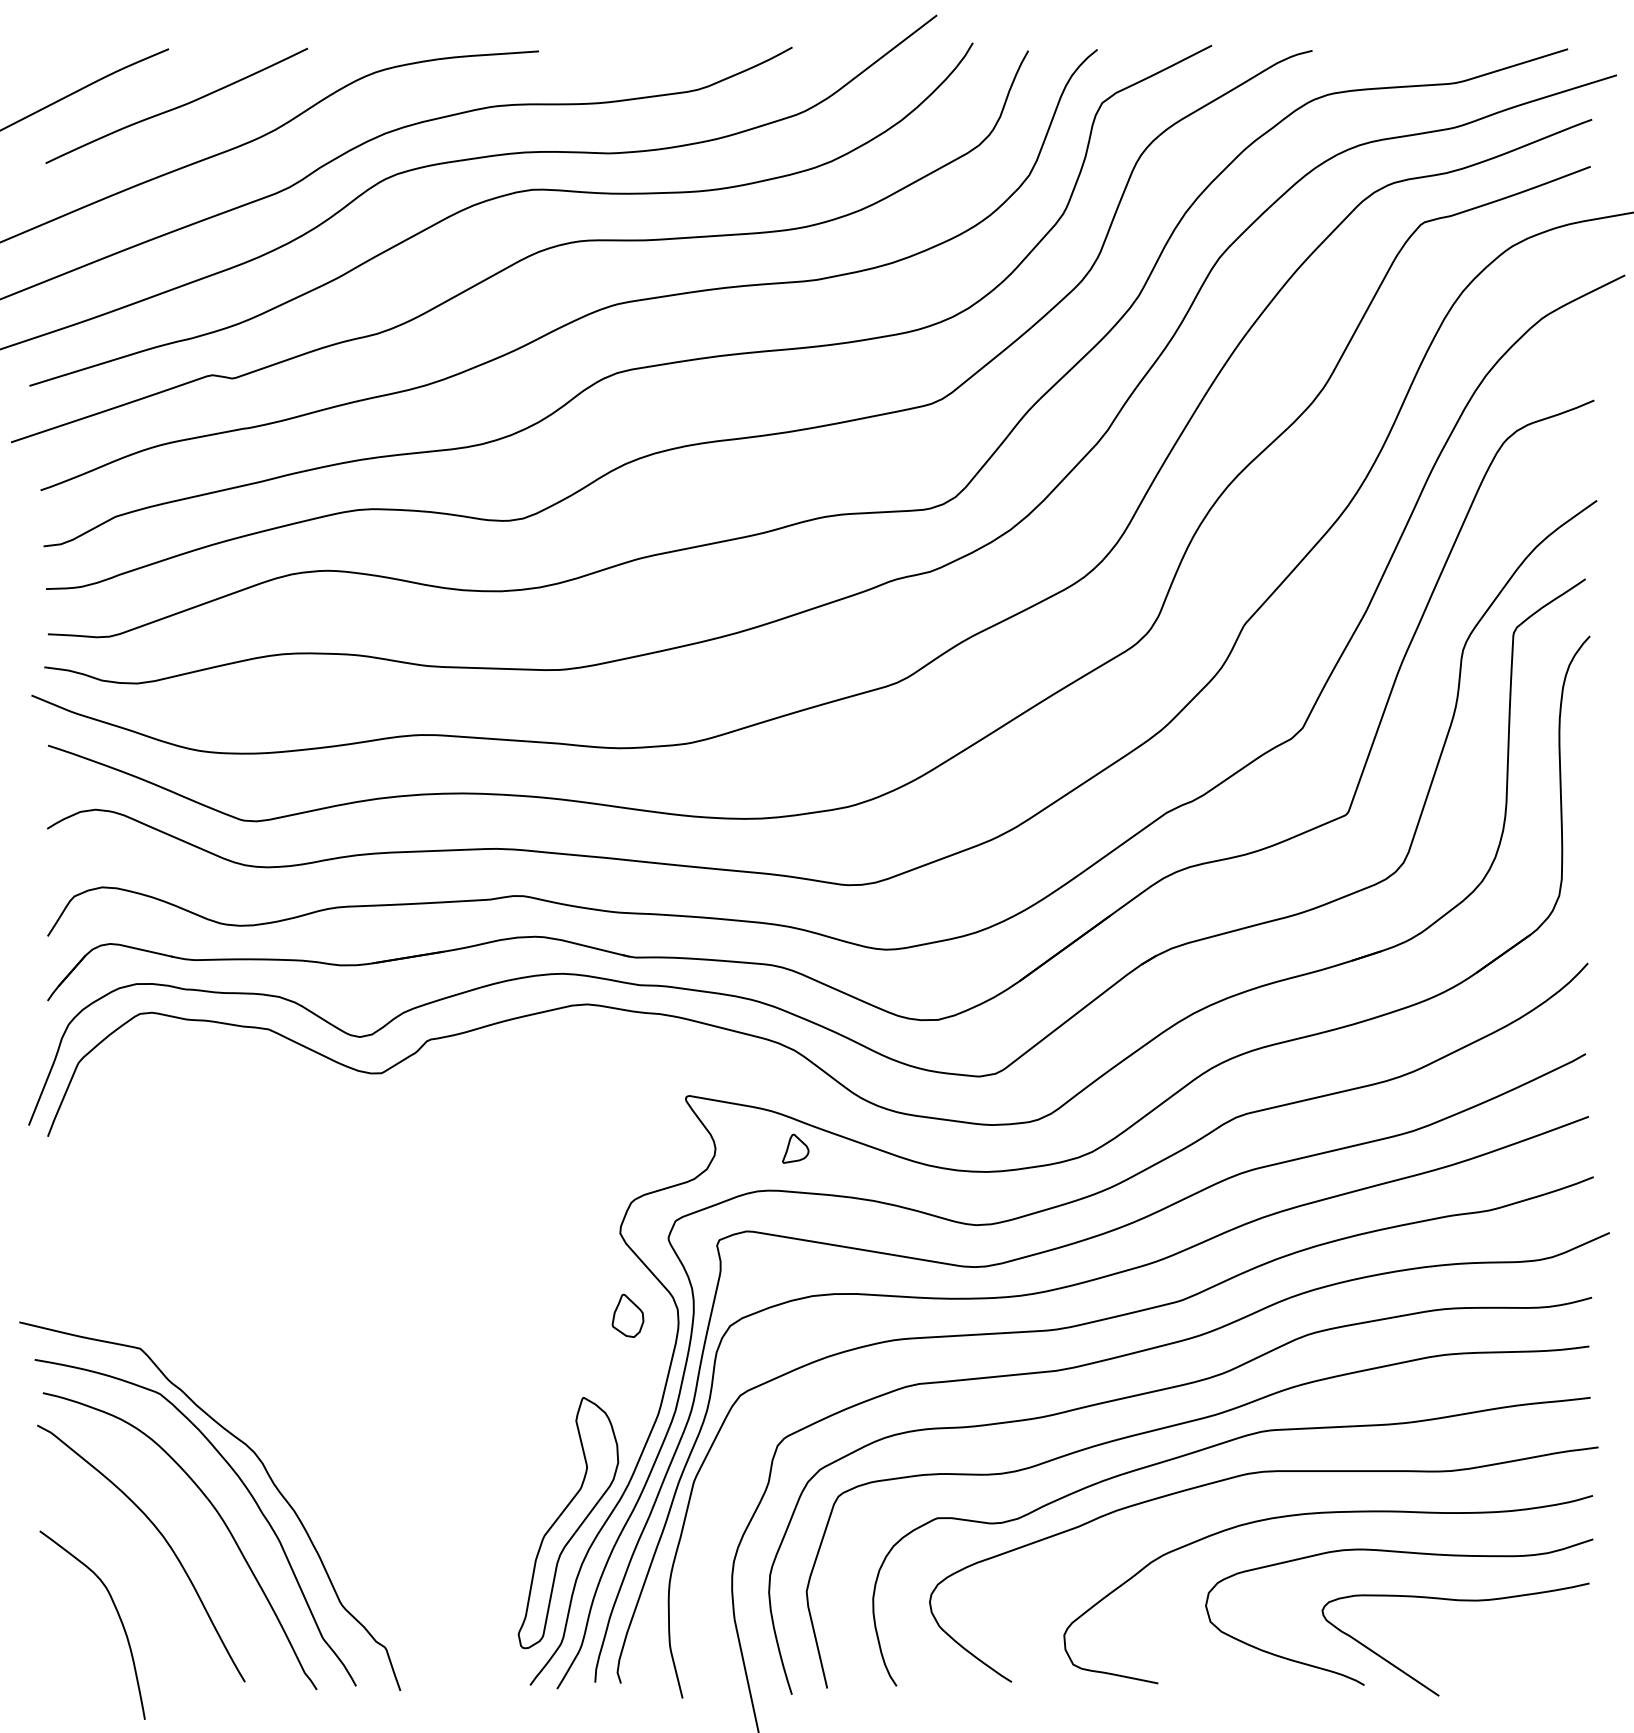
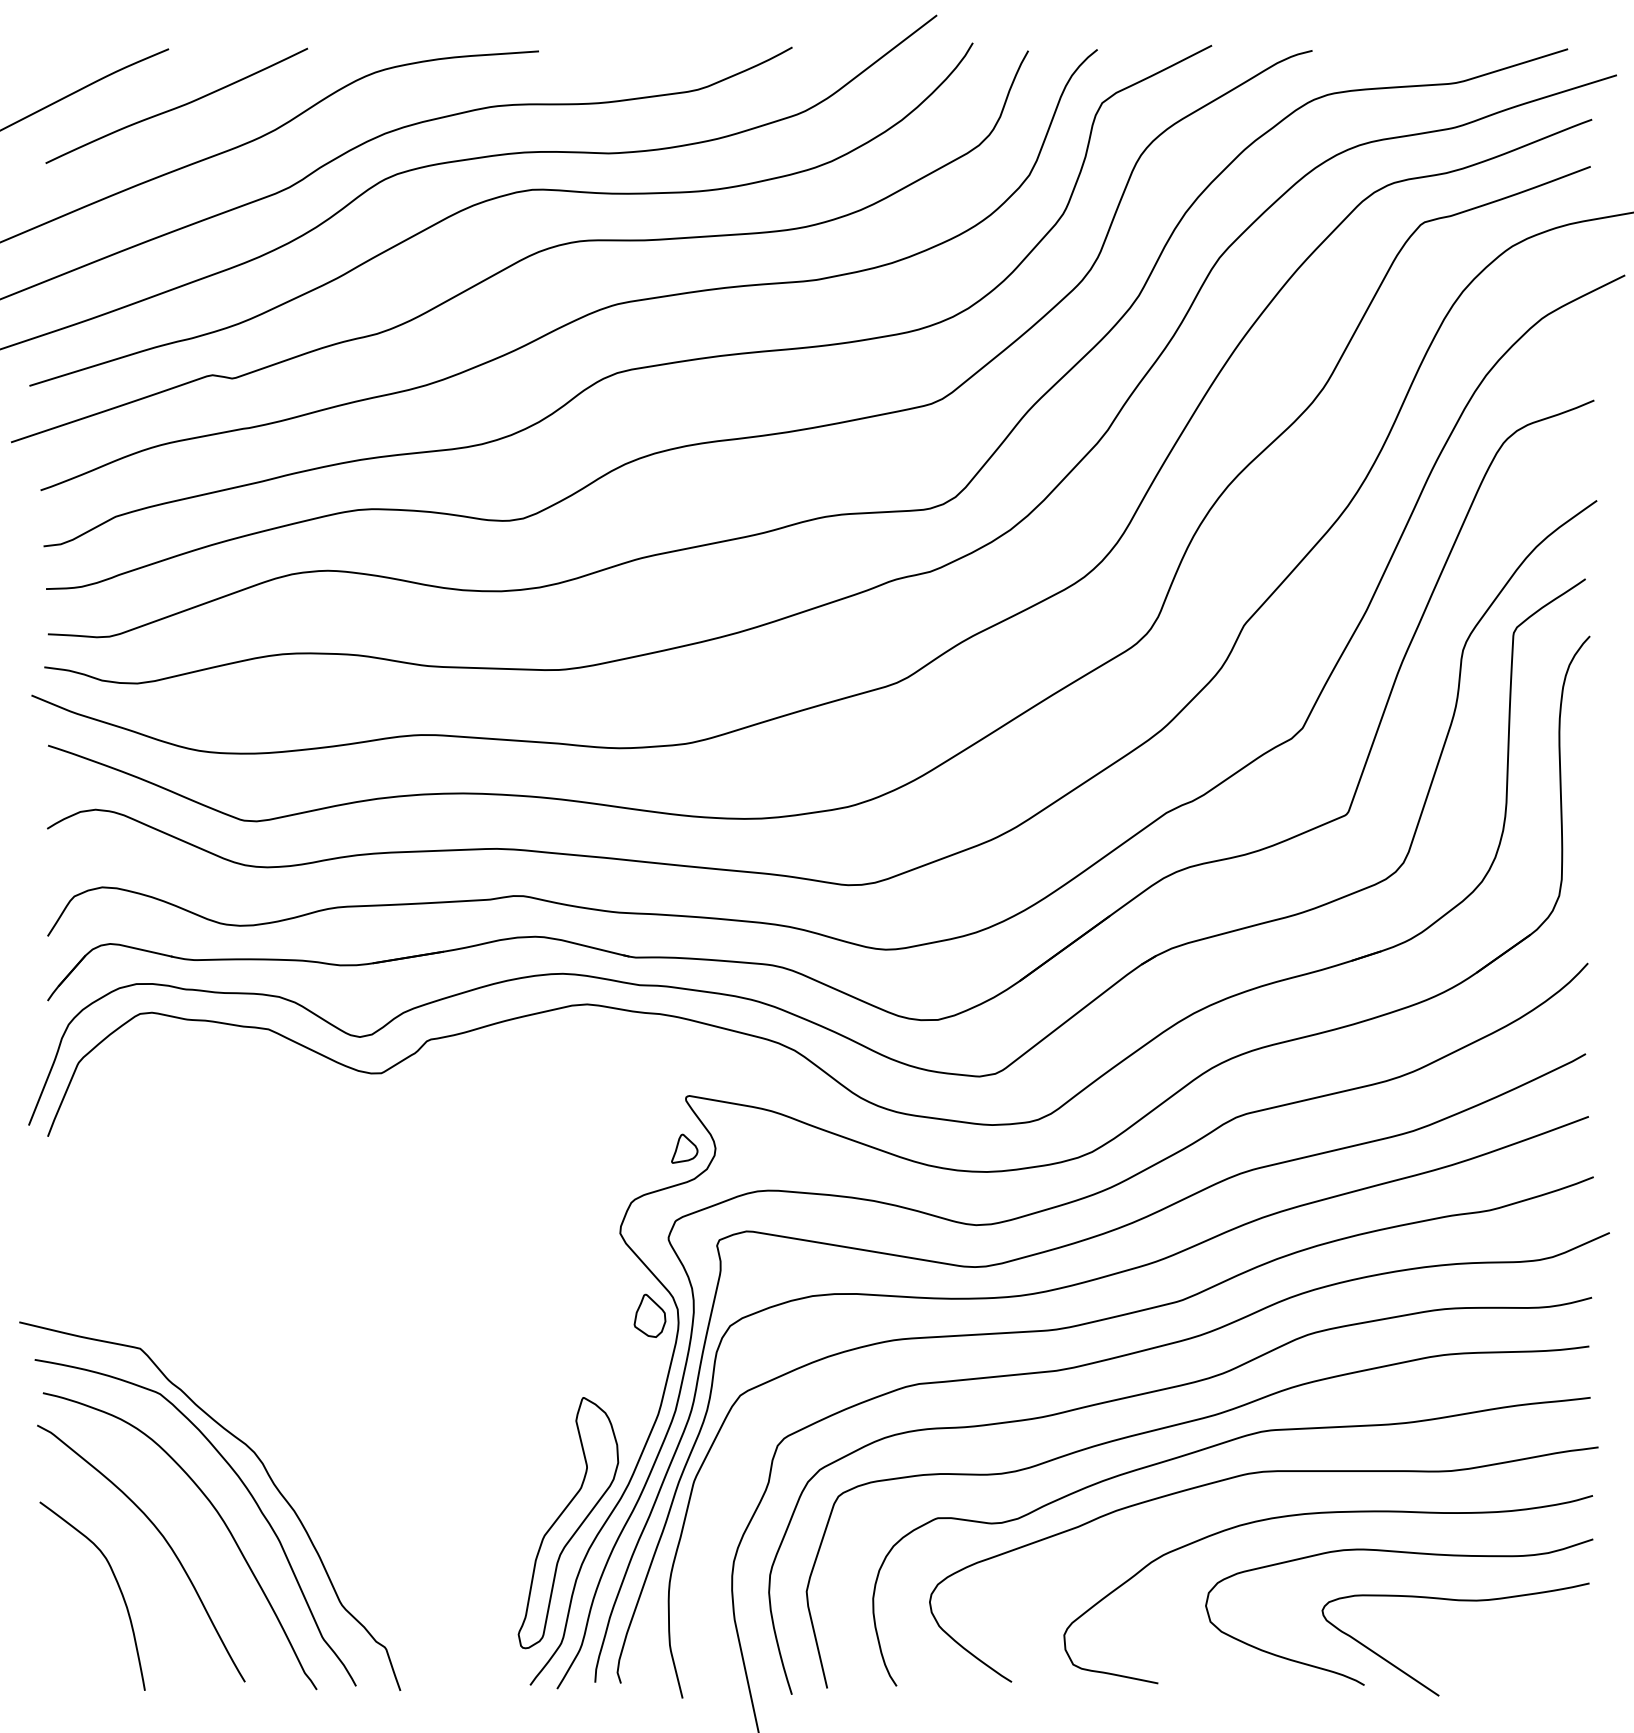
part at (795, 1148) position: (795, 1148) -> (684, 1148)
part at (627, 1315) position: (627, 1315) -> (649, 1315)
curve at (116, 1612) position: (116, 1612) -> (116, 1583)
